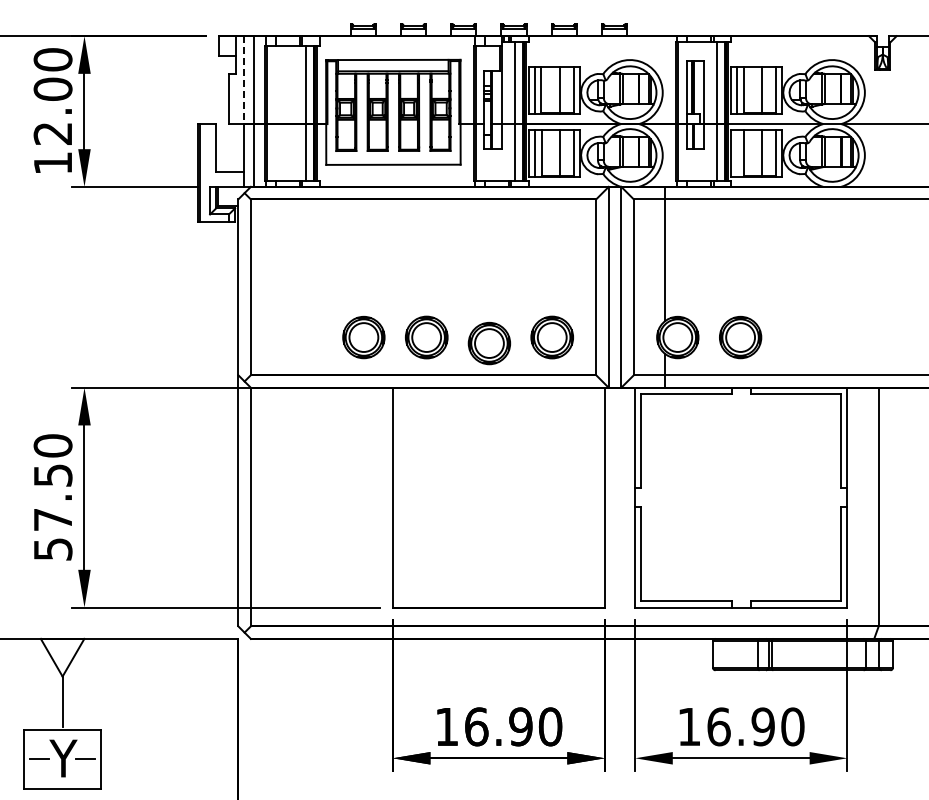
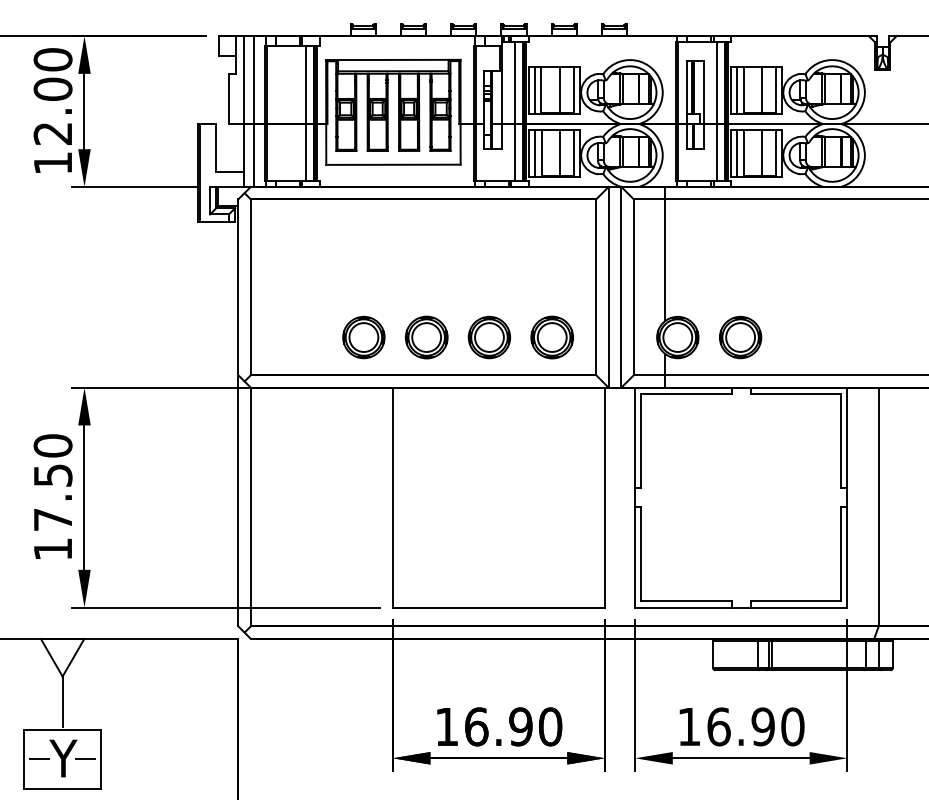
line at (243, 80): dashed -> solid
line at (736, 152): none -> present
part at (489, 343) position: (489, 343) -> (489, 337)
text at (53, 549): 57.50 -> 17.50
